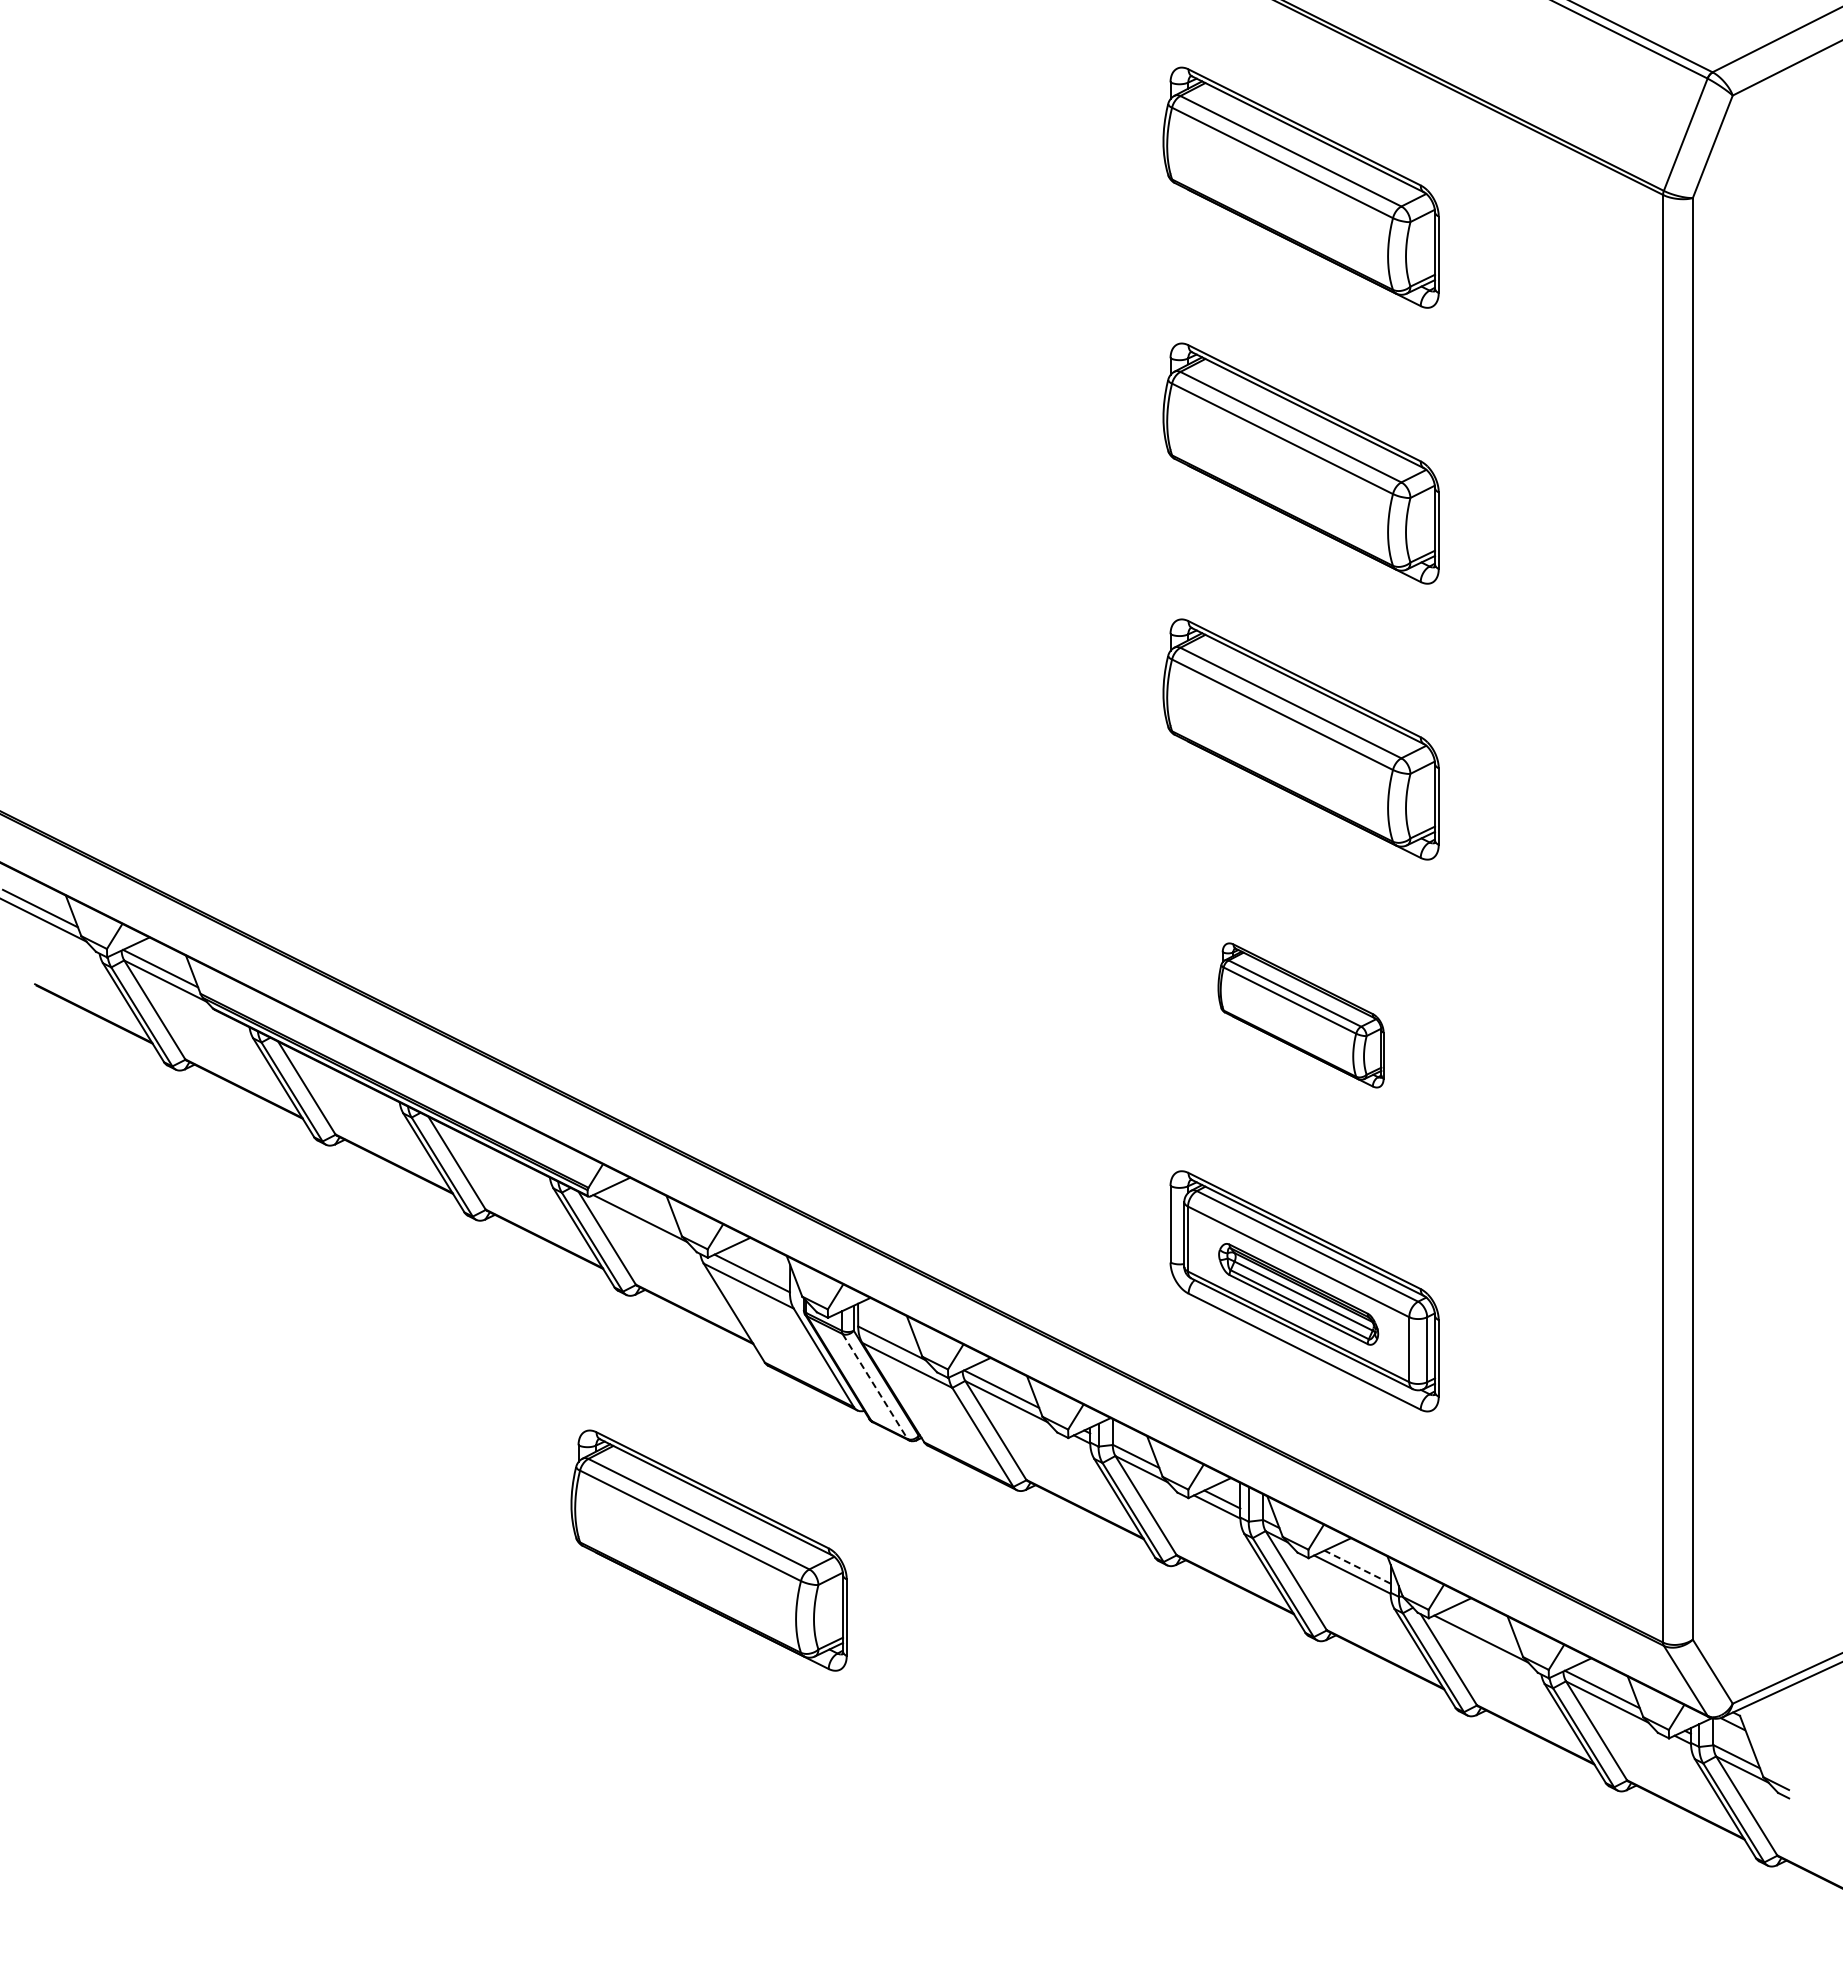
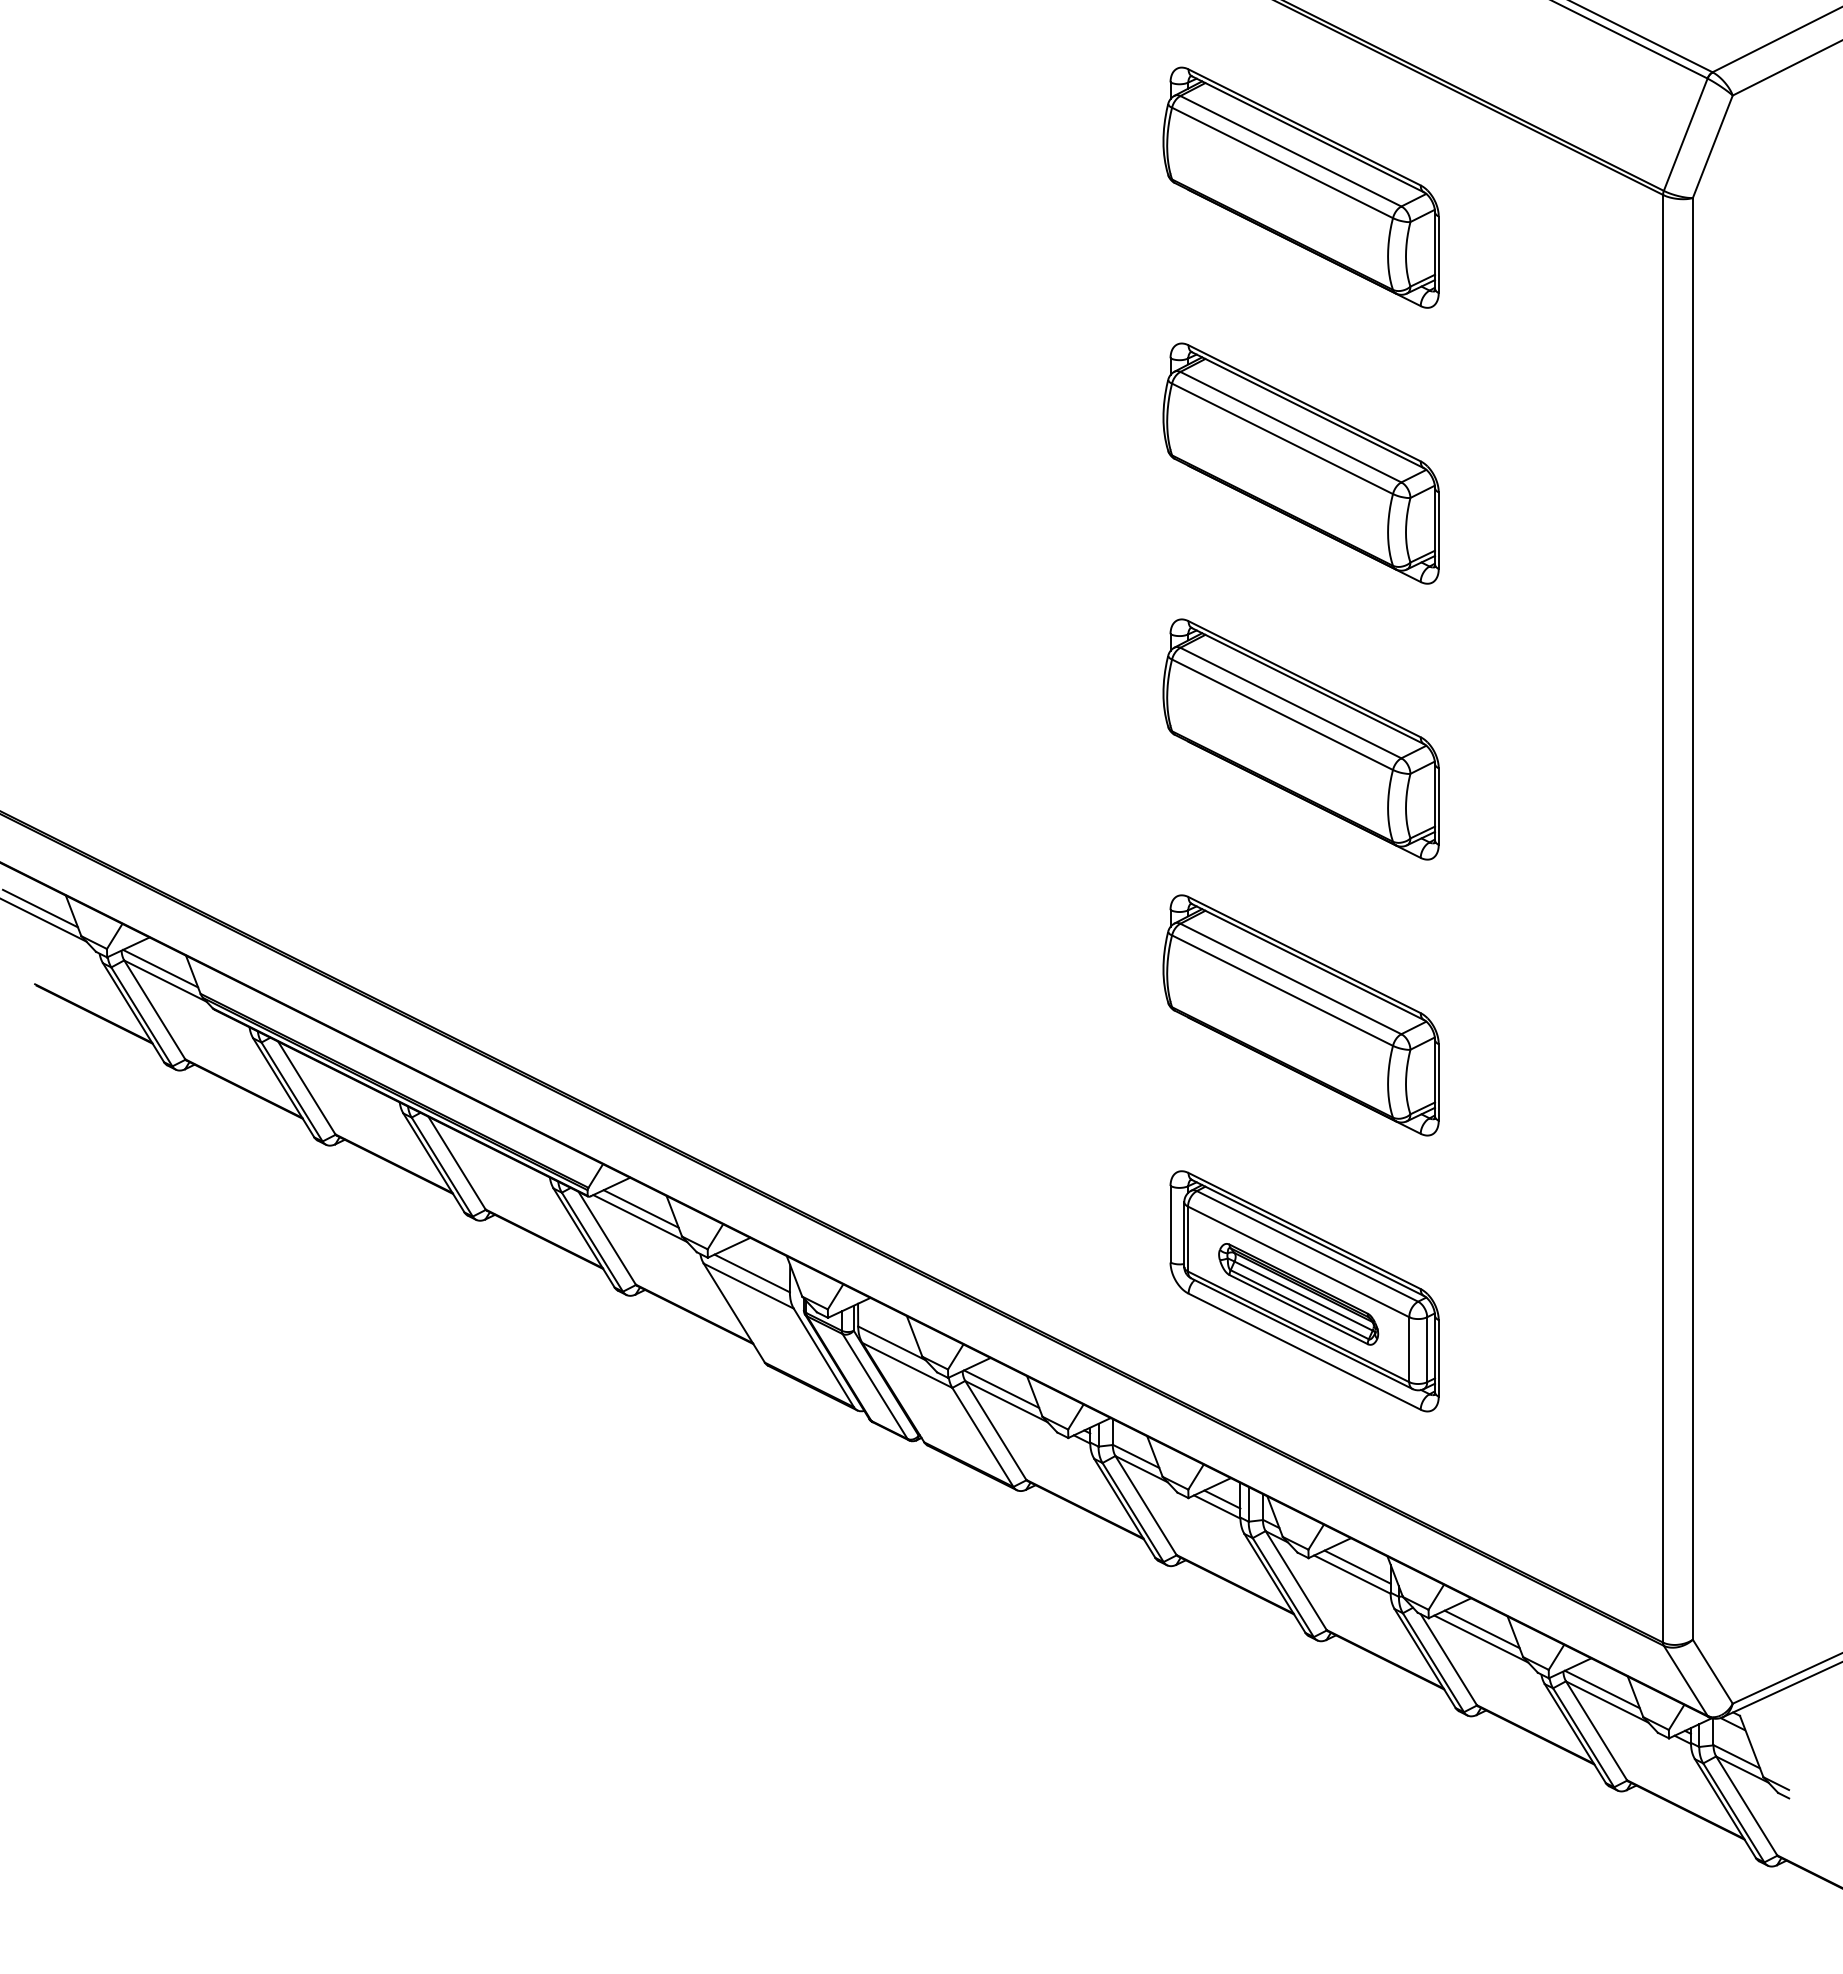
part at (1300, 1015) size: 168x147 px -> 278x243 px
line at (640, 1208): none -> present
line at (875, 1386): dashed -> solid
part at (708, 1550): present -> none
line at (1357, 1567): dashed -> solid
line at (1481, 1629): none -> present
